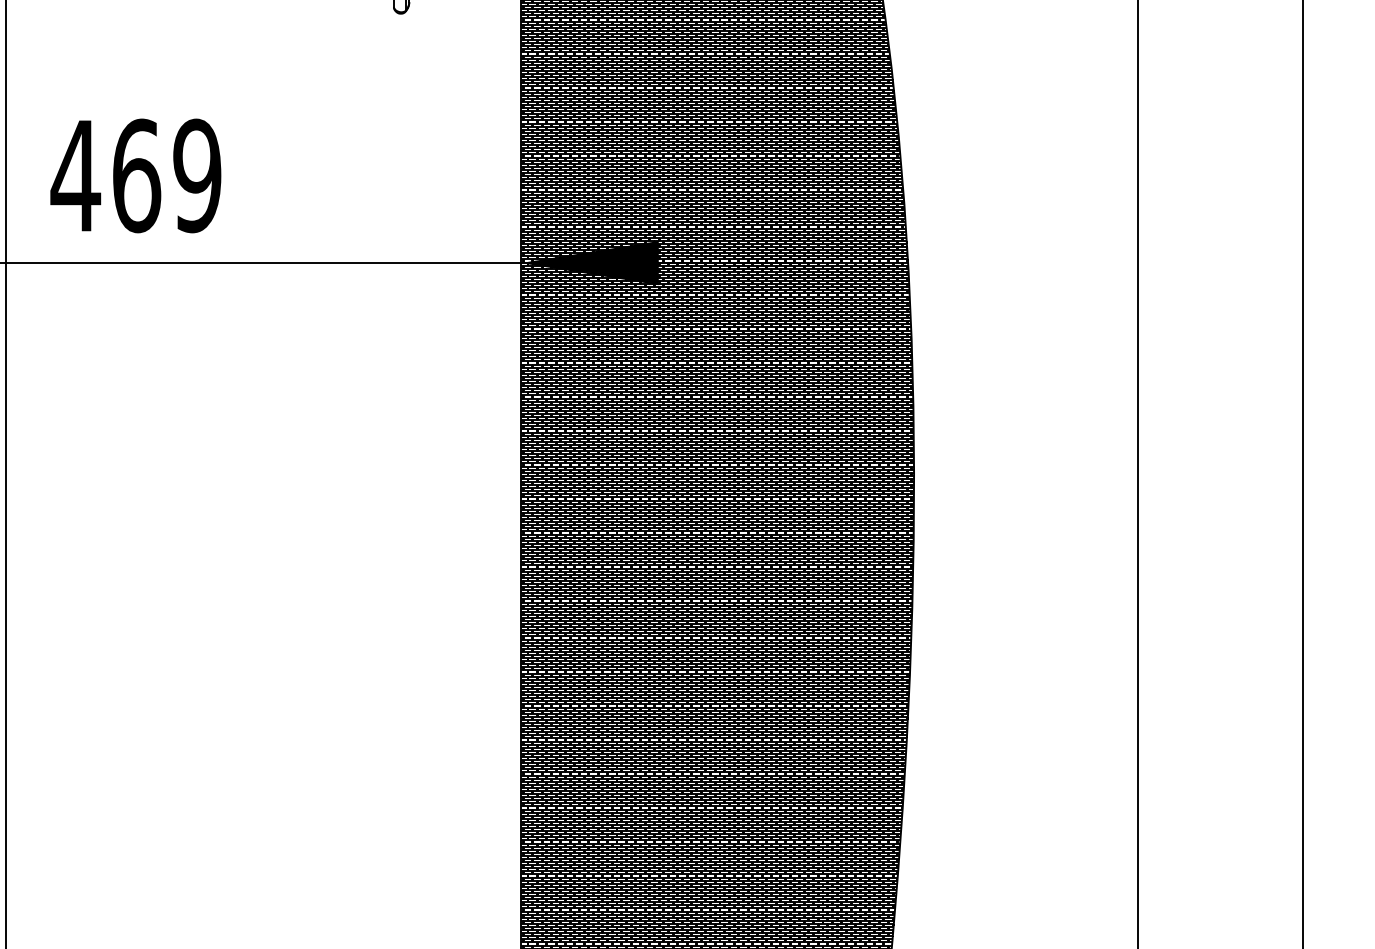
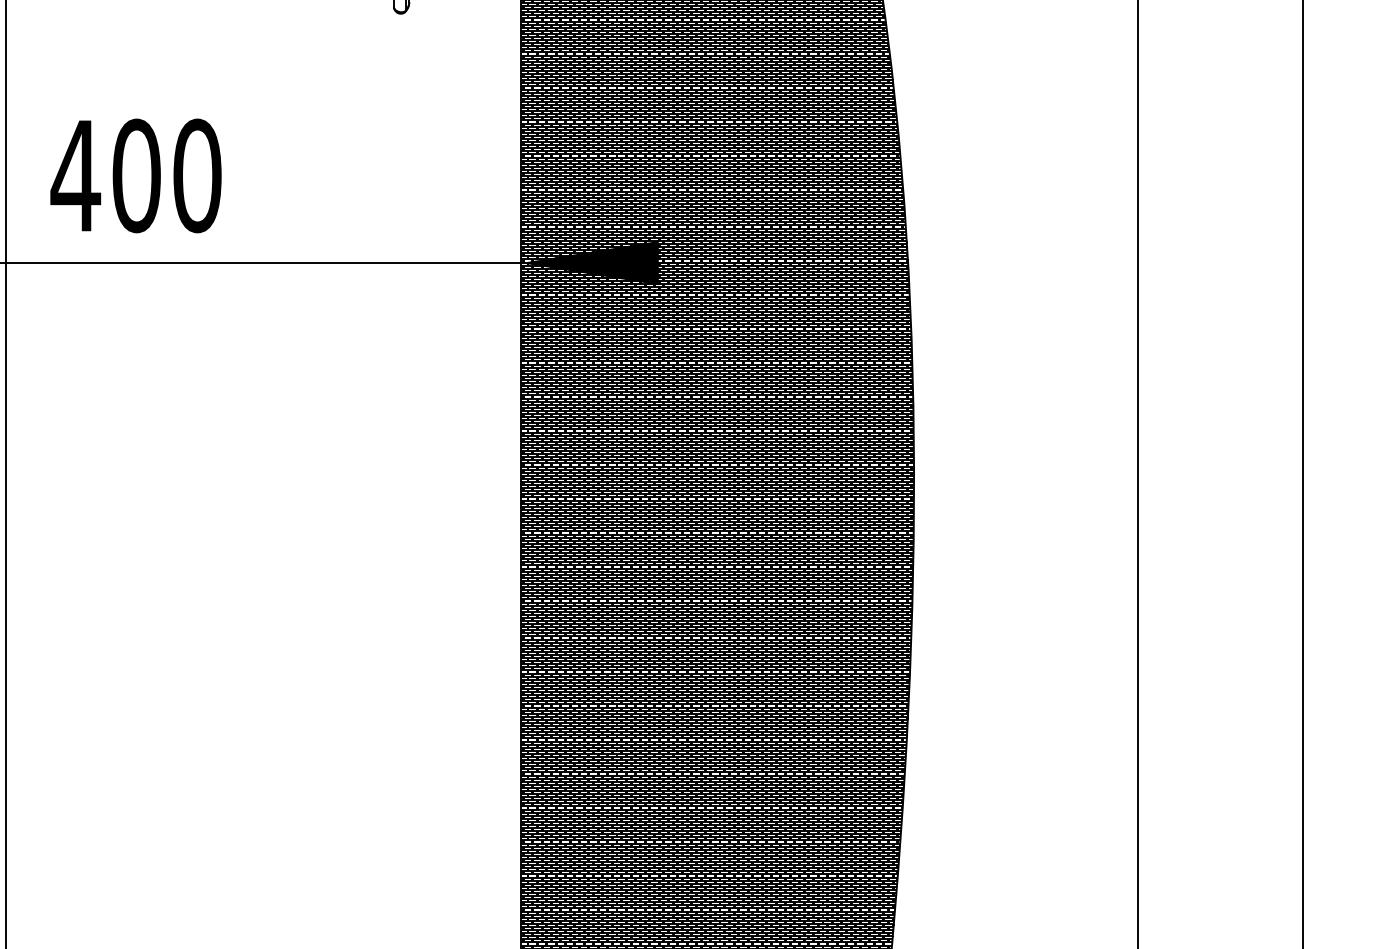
text at (166, 175): 469 -> 400
